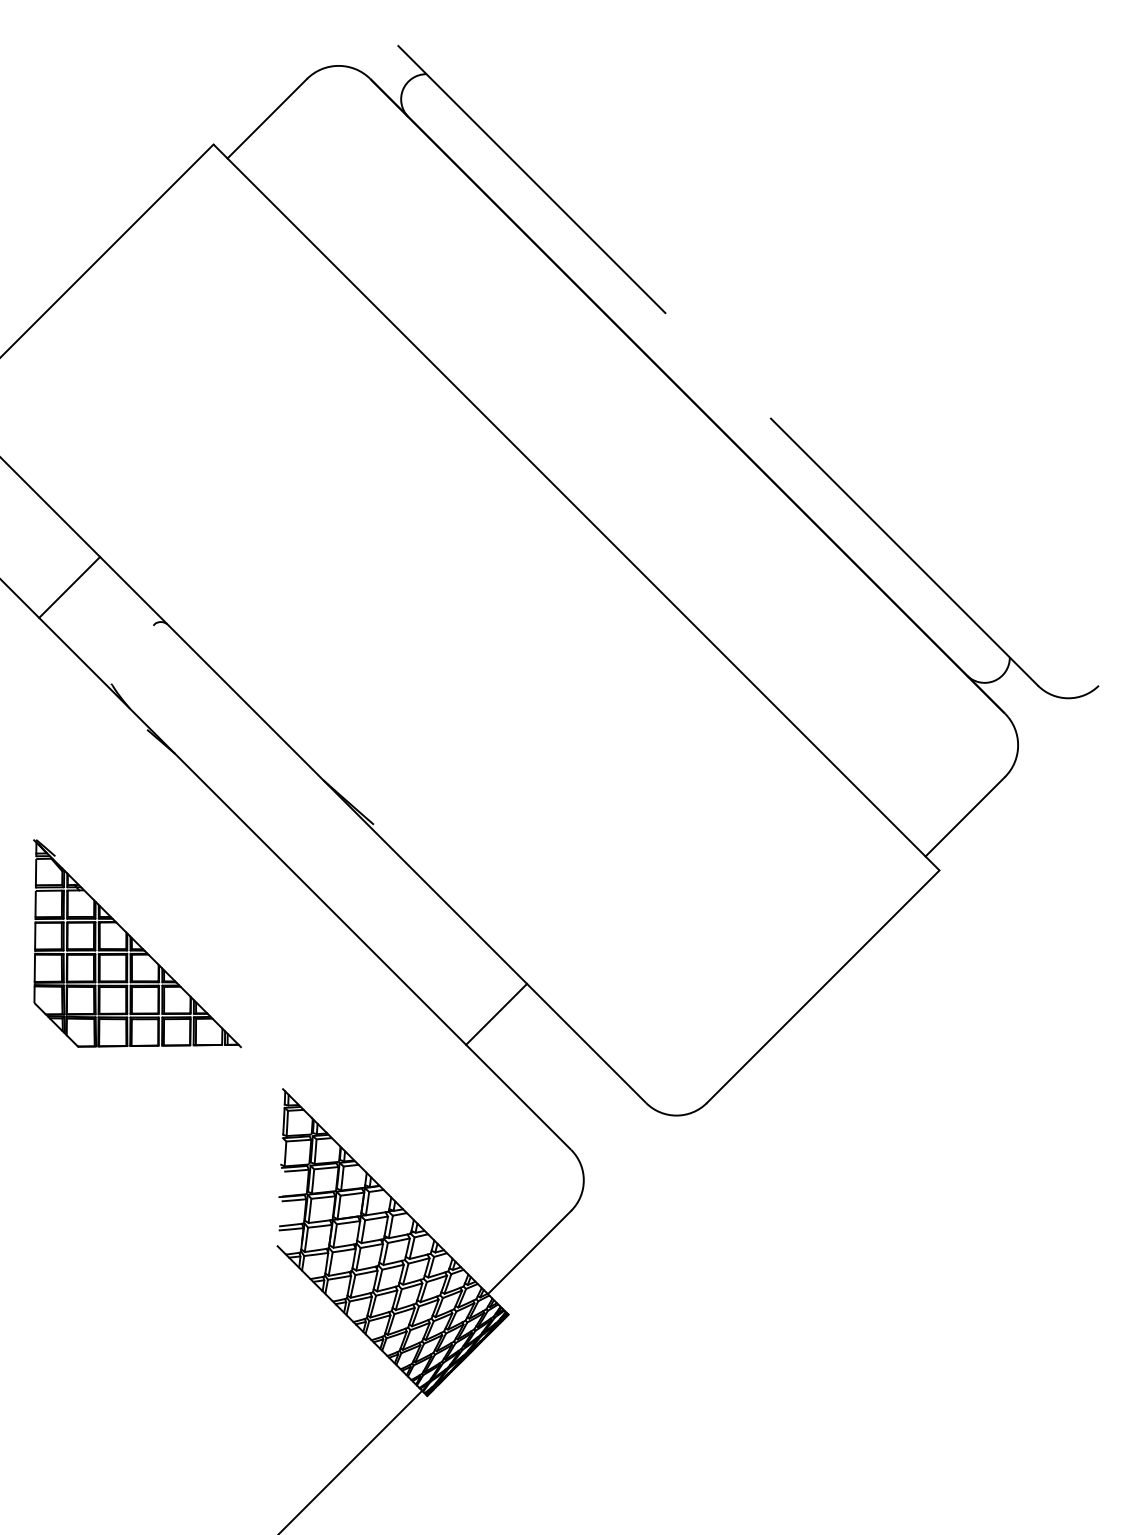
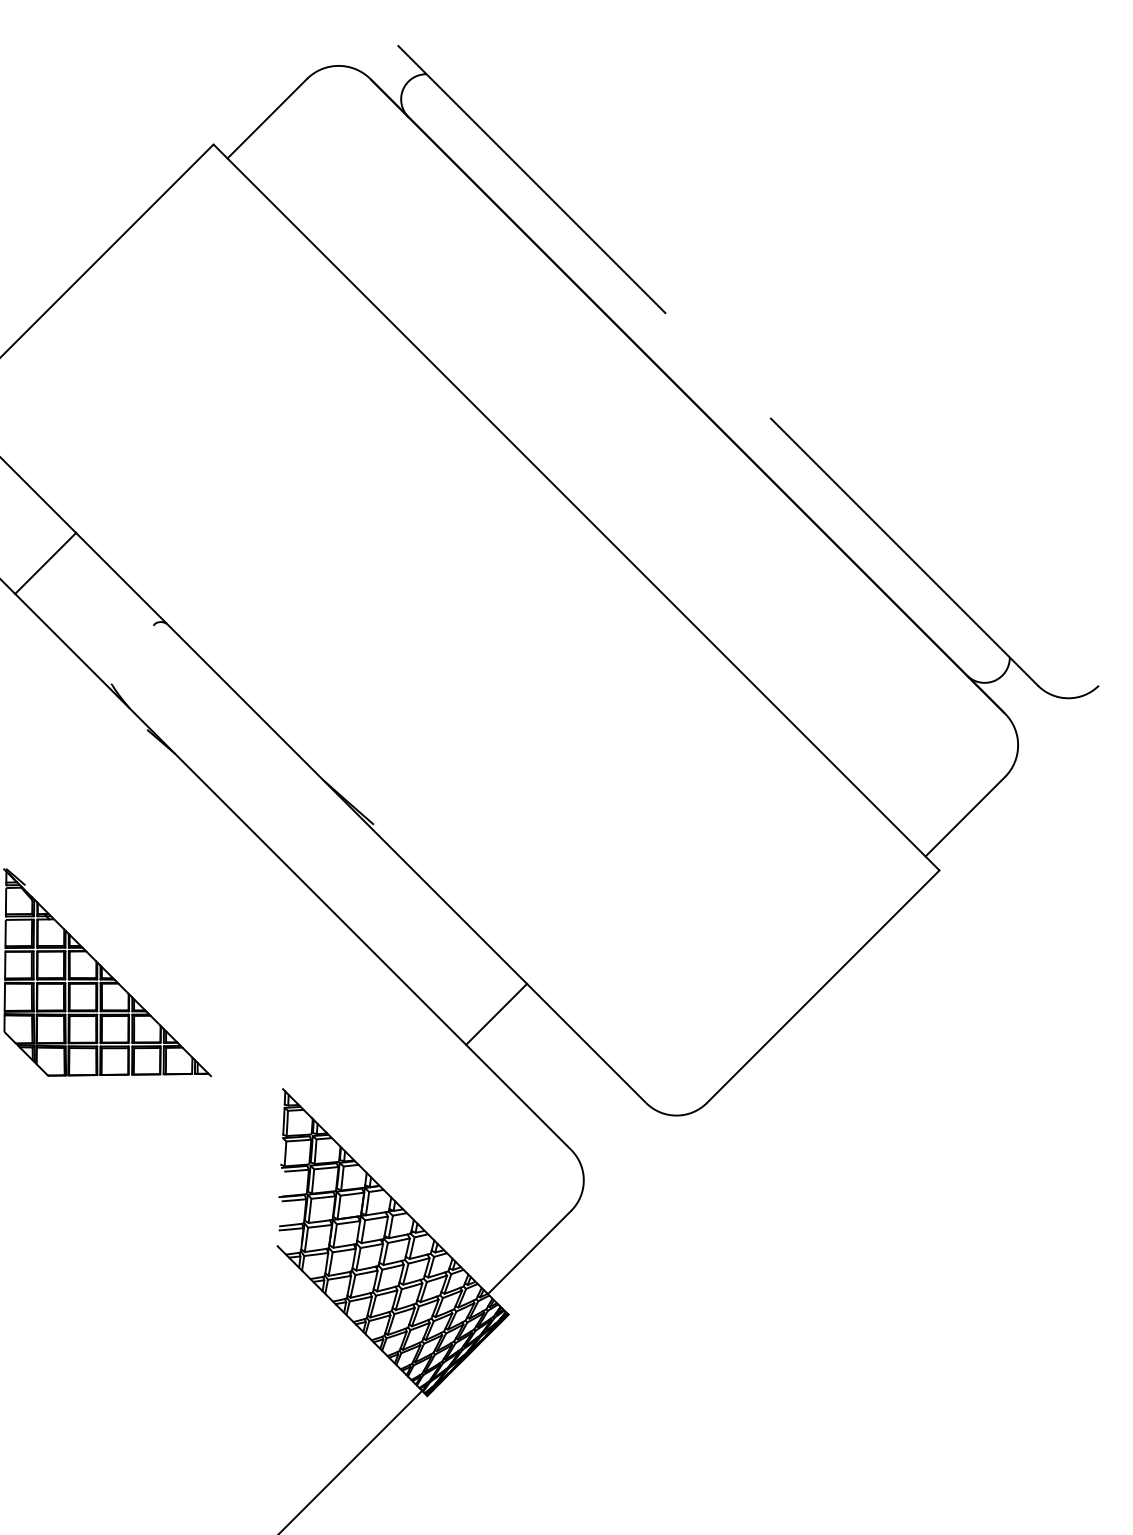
line at (69, 587) position: (69, 587) -> (45, 563)
part at (137, 943) position: (137, 943) -> (107, 972)
